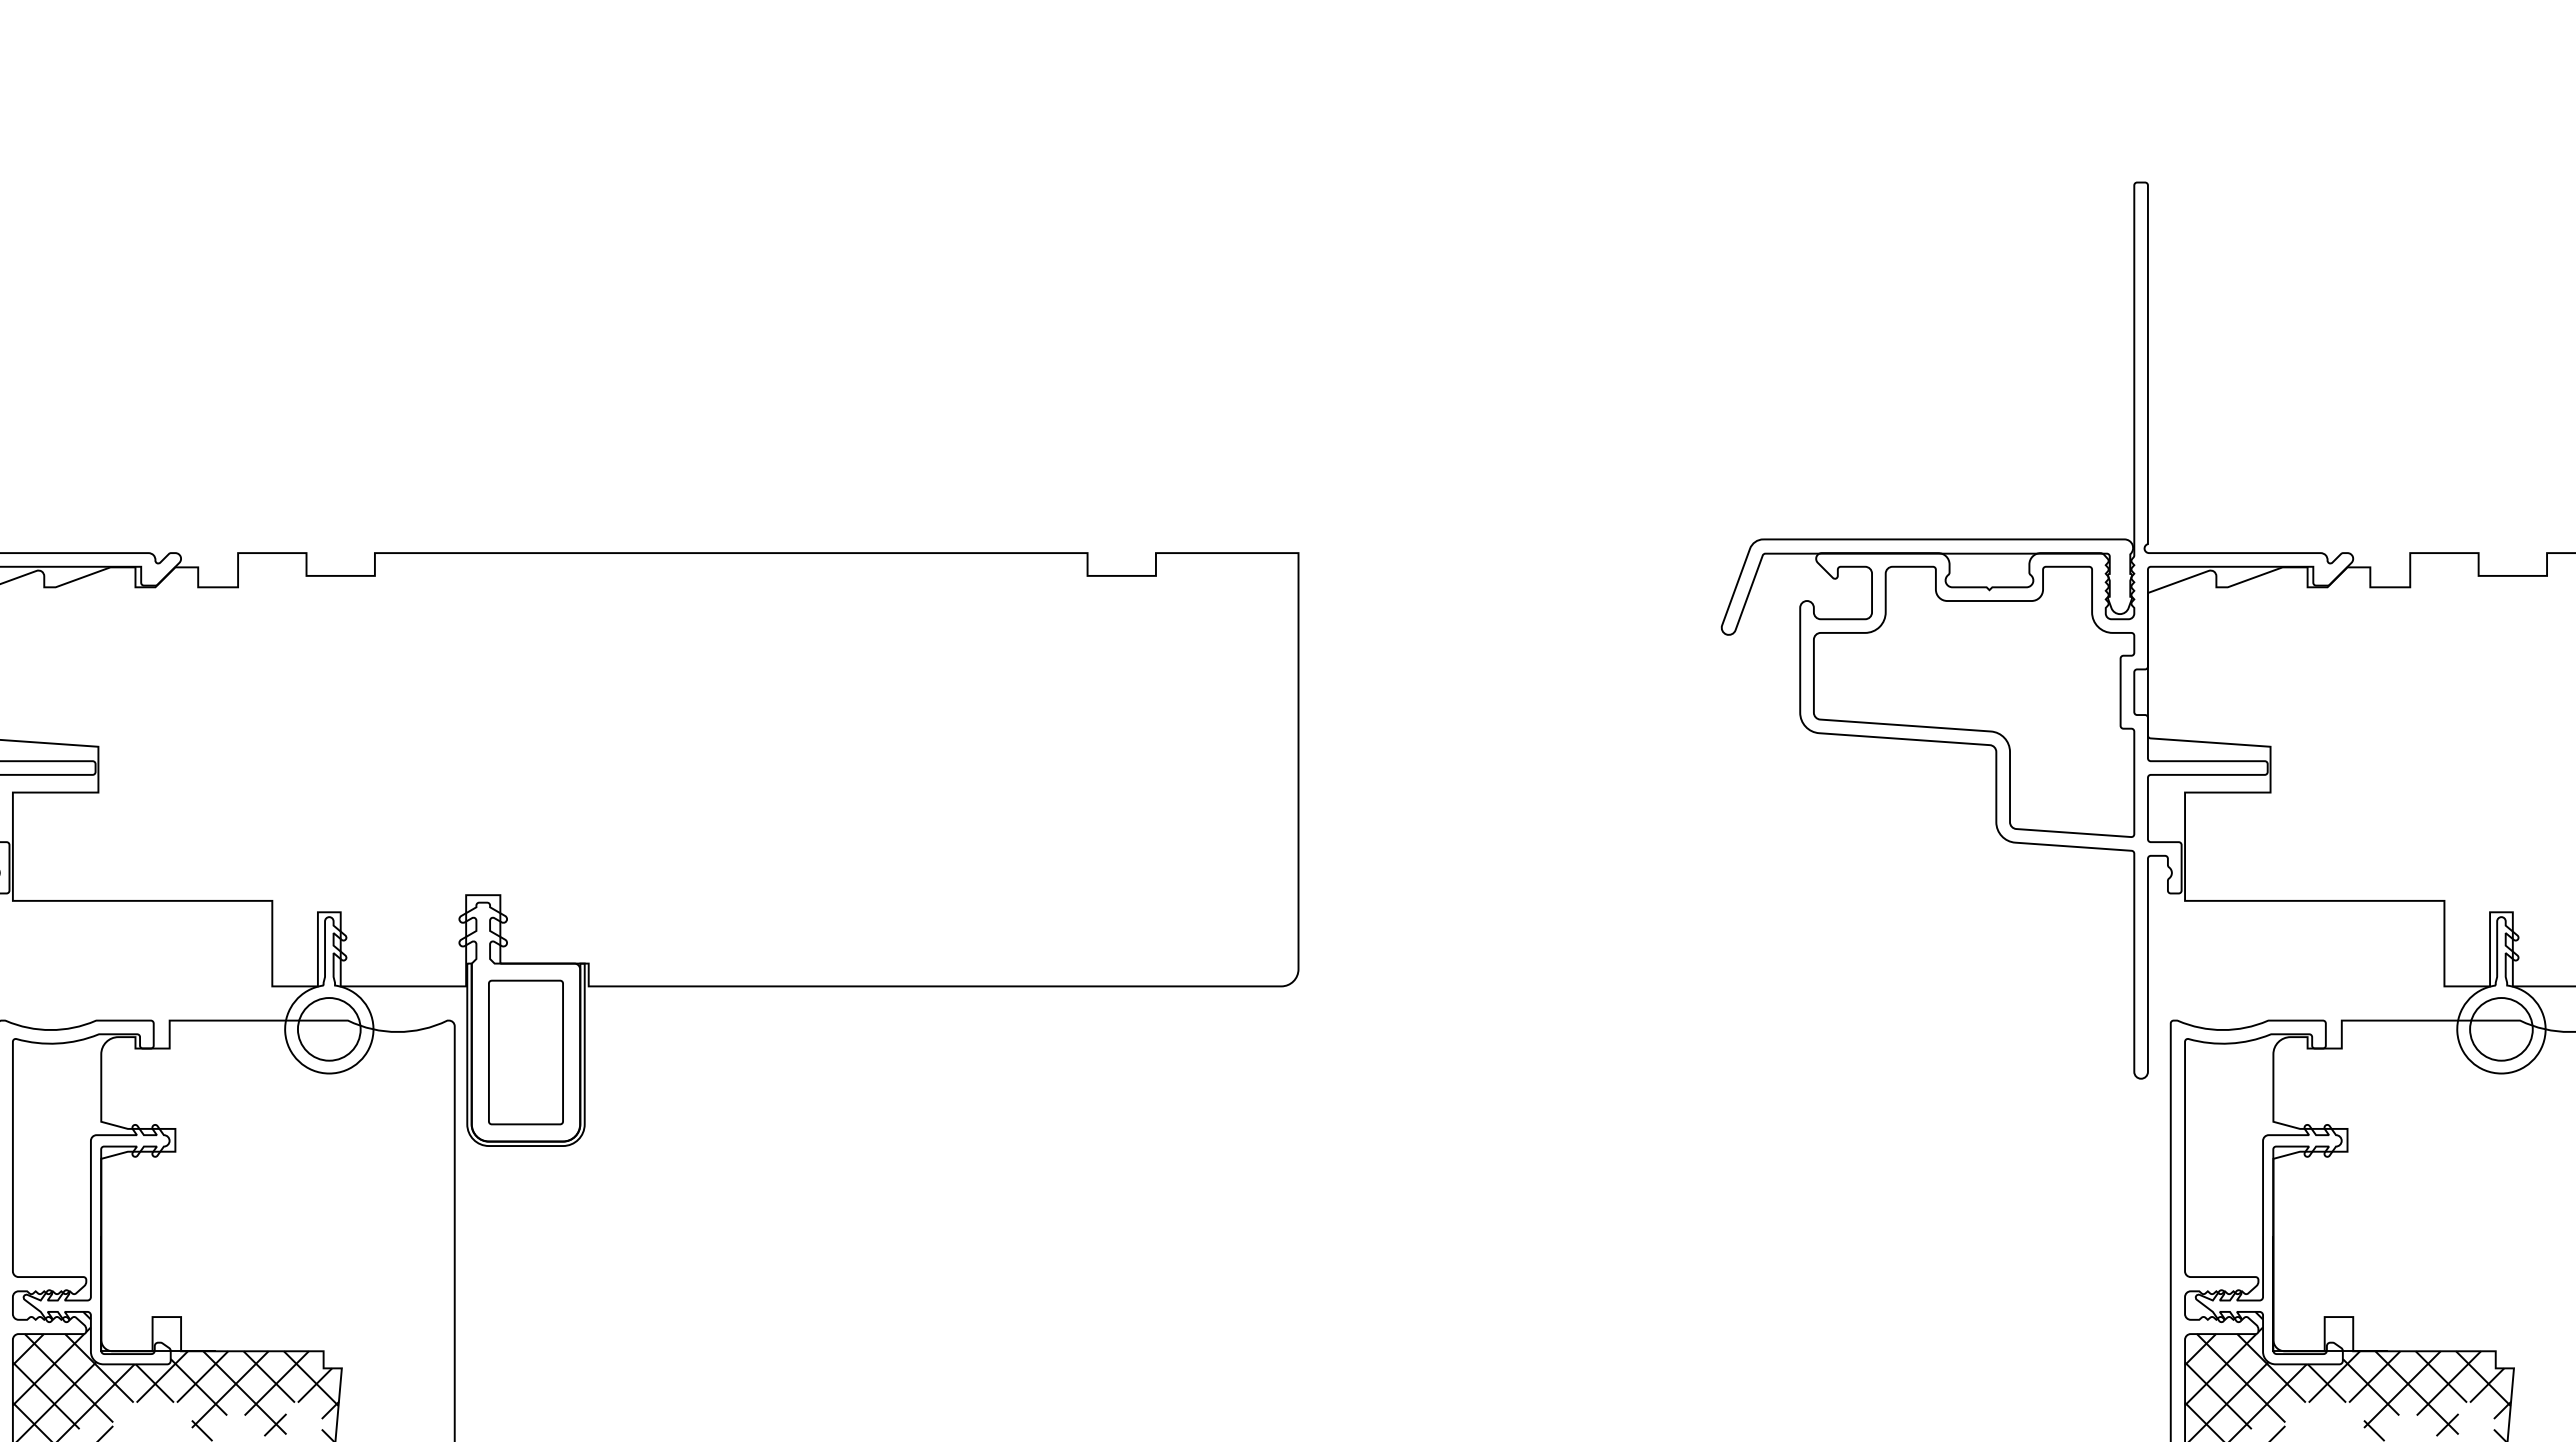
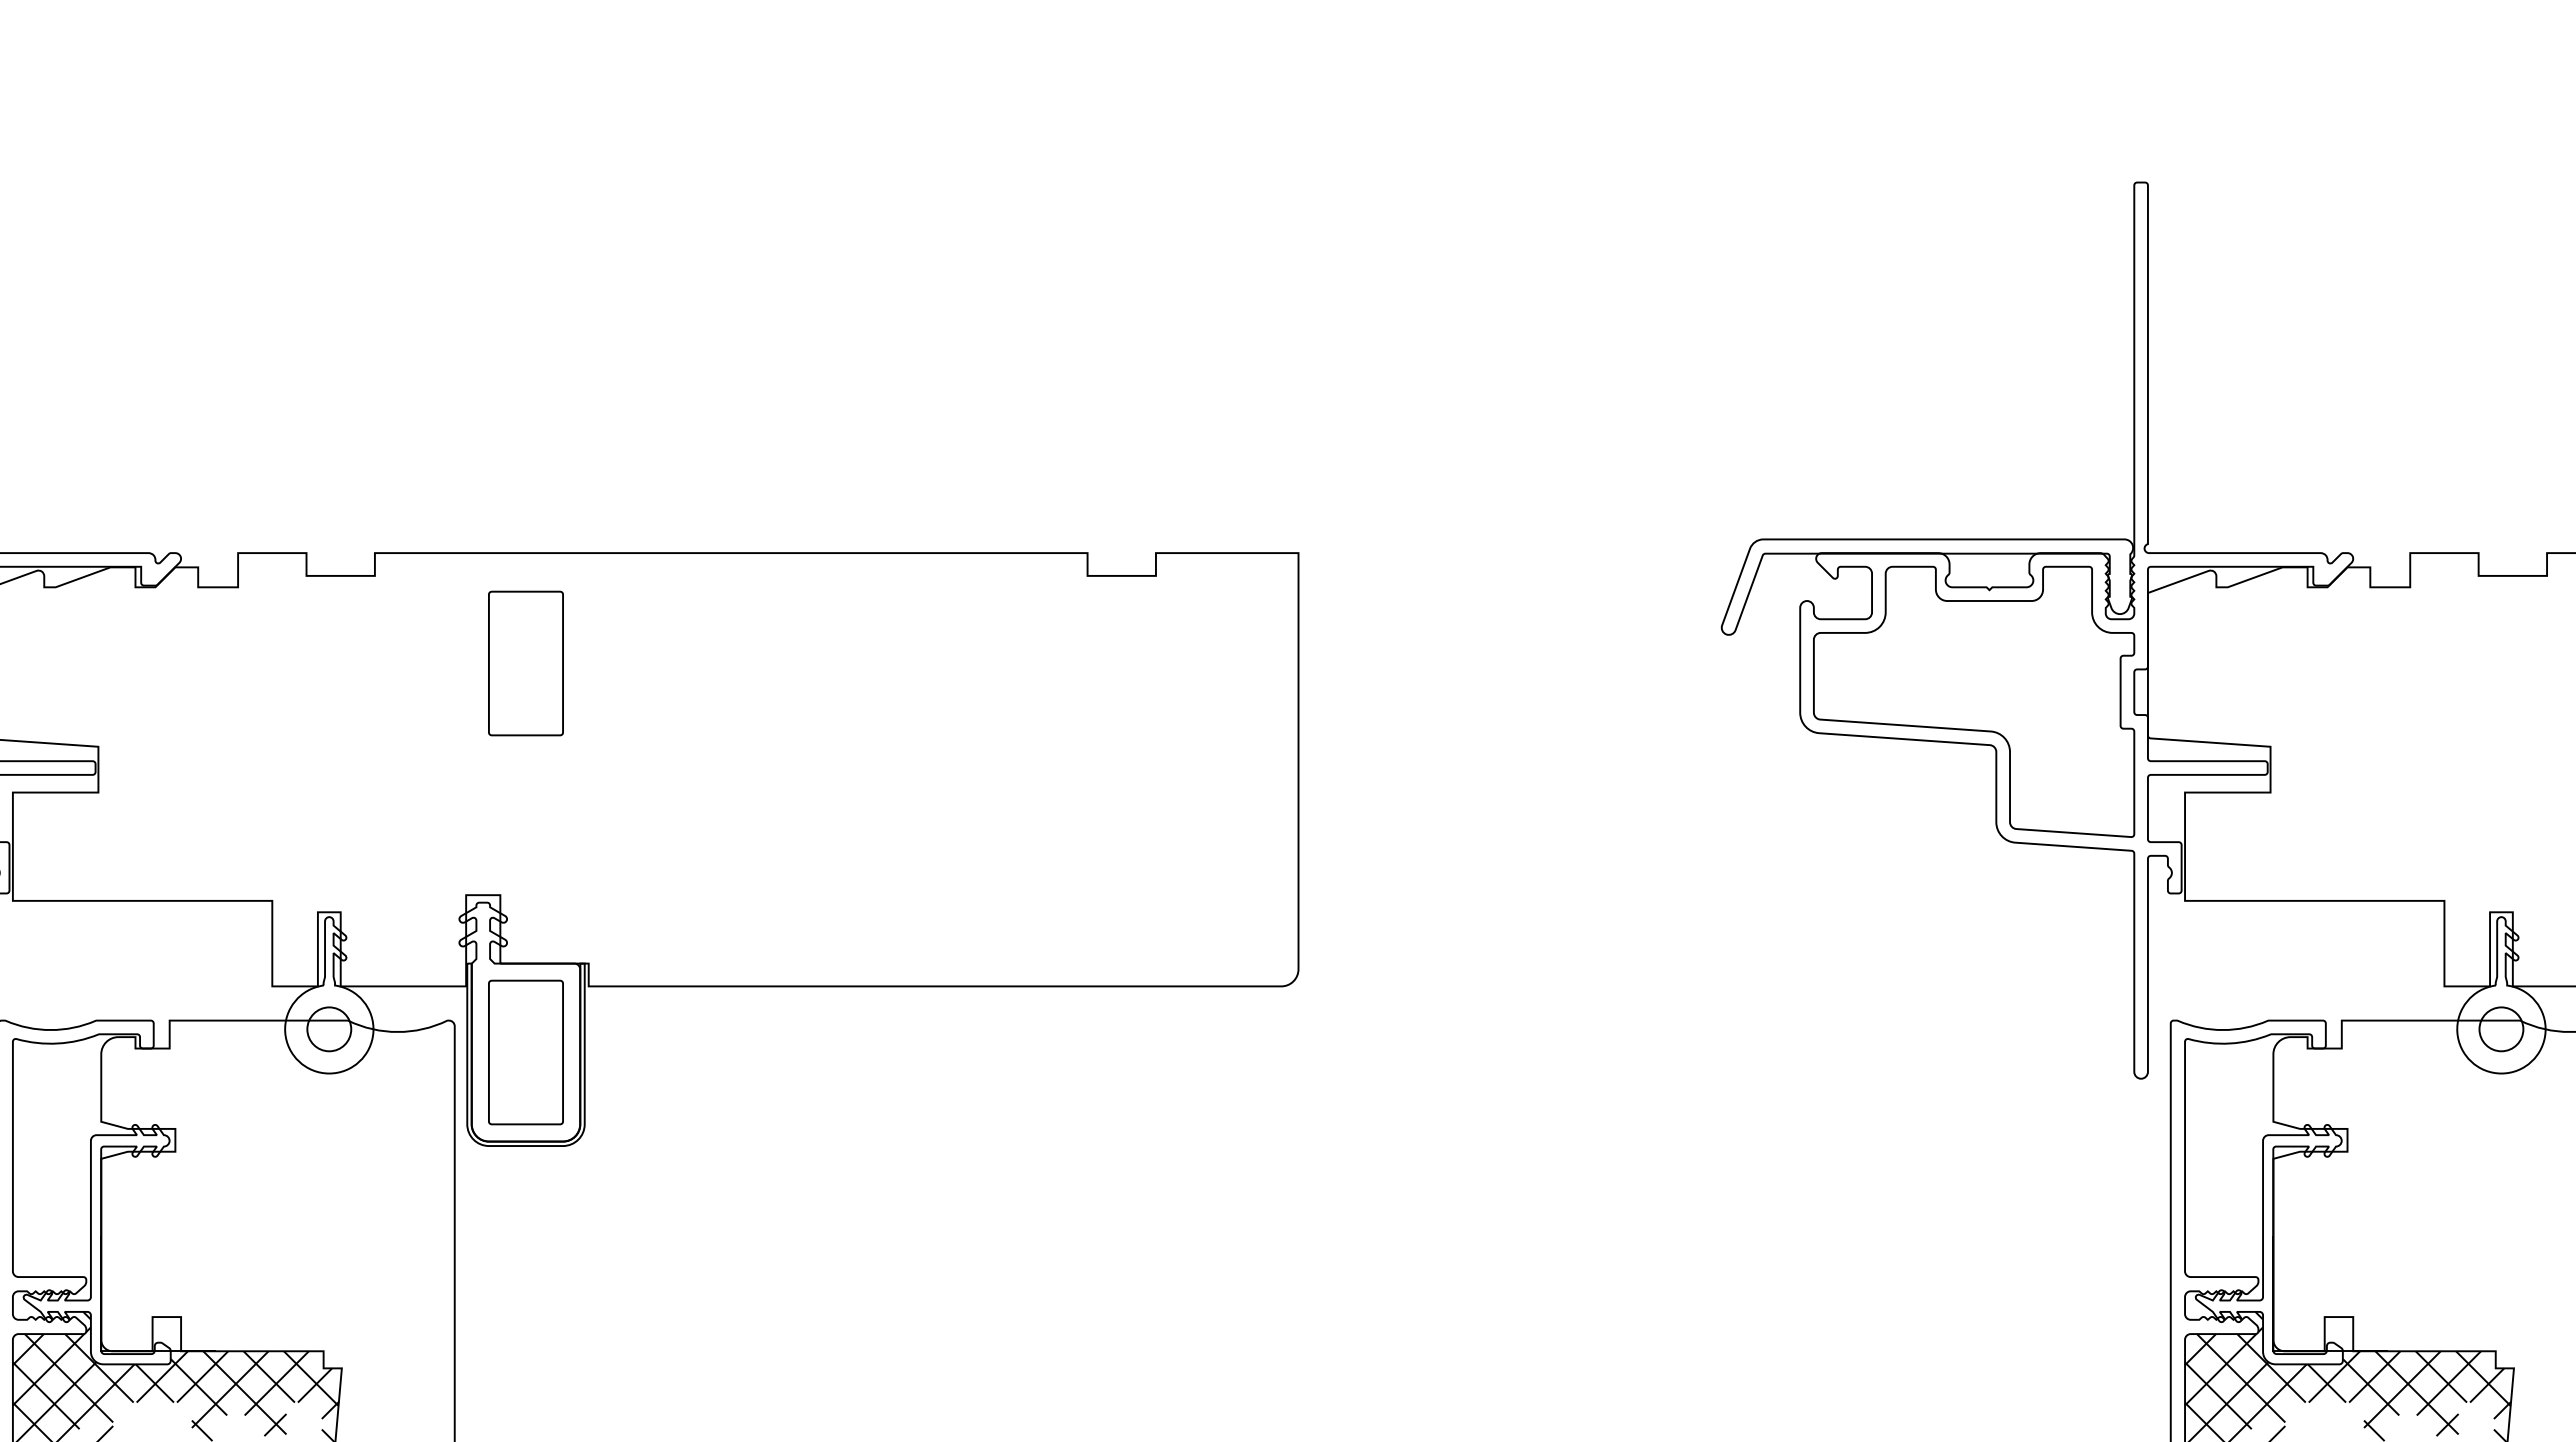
part at (525, 663): none -> present
circle at (328, 1029) diameter: 63 px -> 44 px
circle at (2501, 1029) diameter: 63 px -> 44 px
